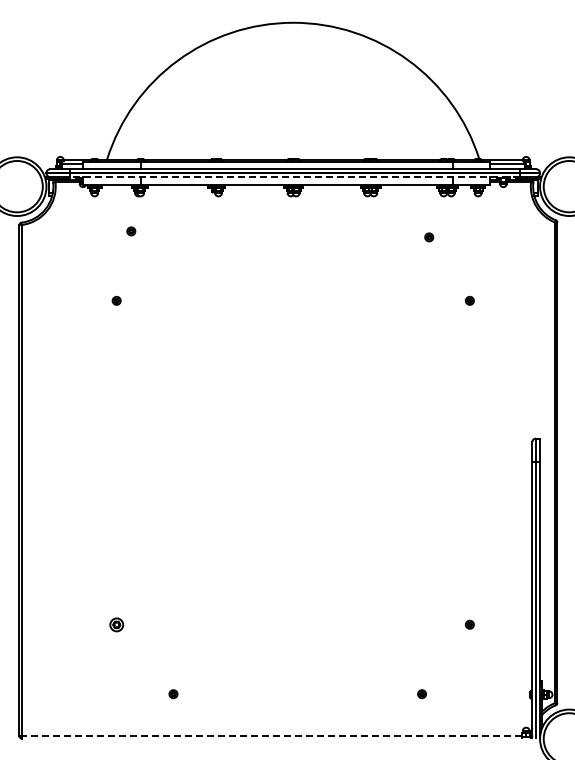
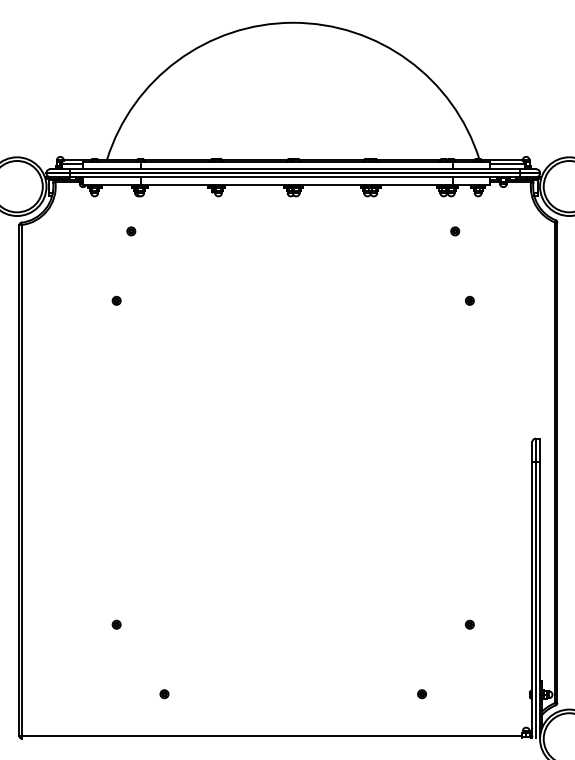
line at (294, 177): dashed -> solid
part at (429, 237) position: (429, 237) -> (455, 231)
part at (116, 624) size: 16x16 px -> 11x11 px
part at (173, 694) position: (173, 694) -> (164, 694)
line at (271, 736): dashed -> solid
